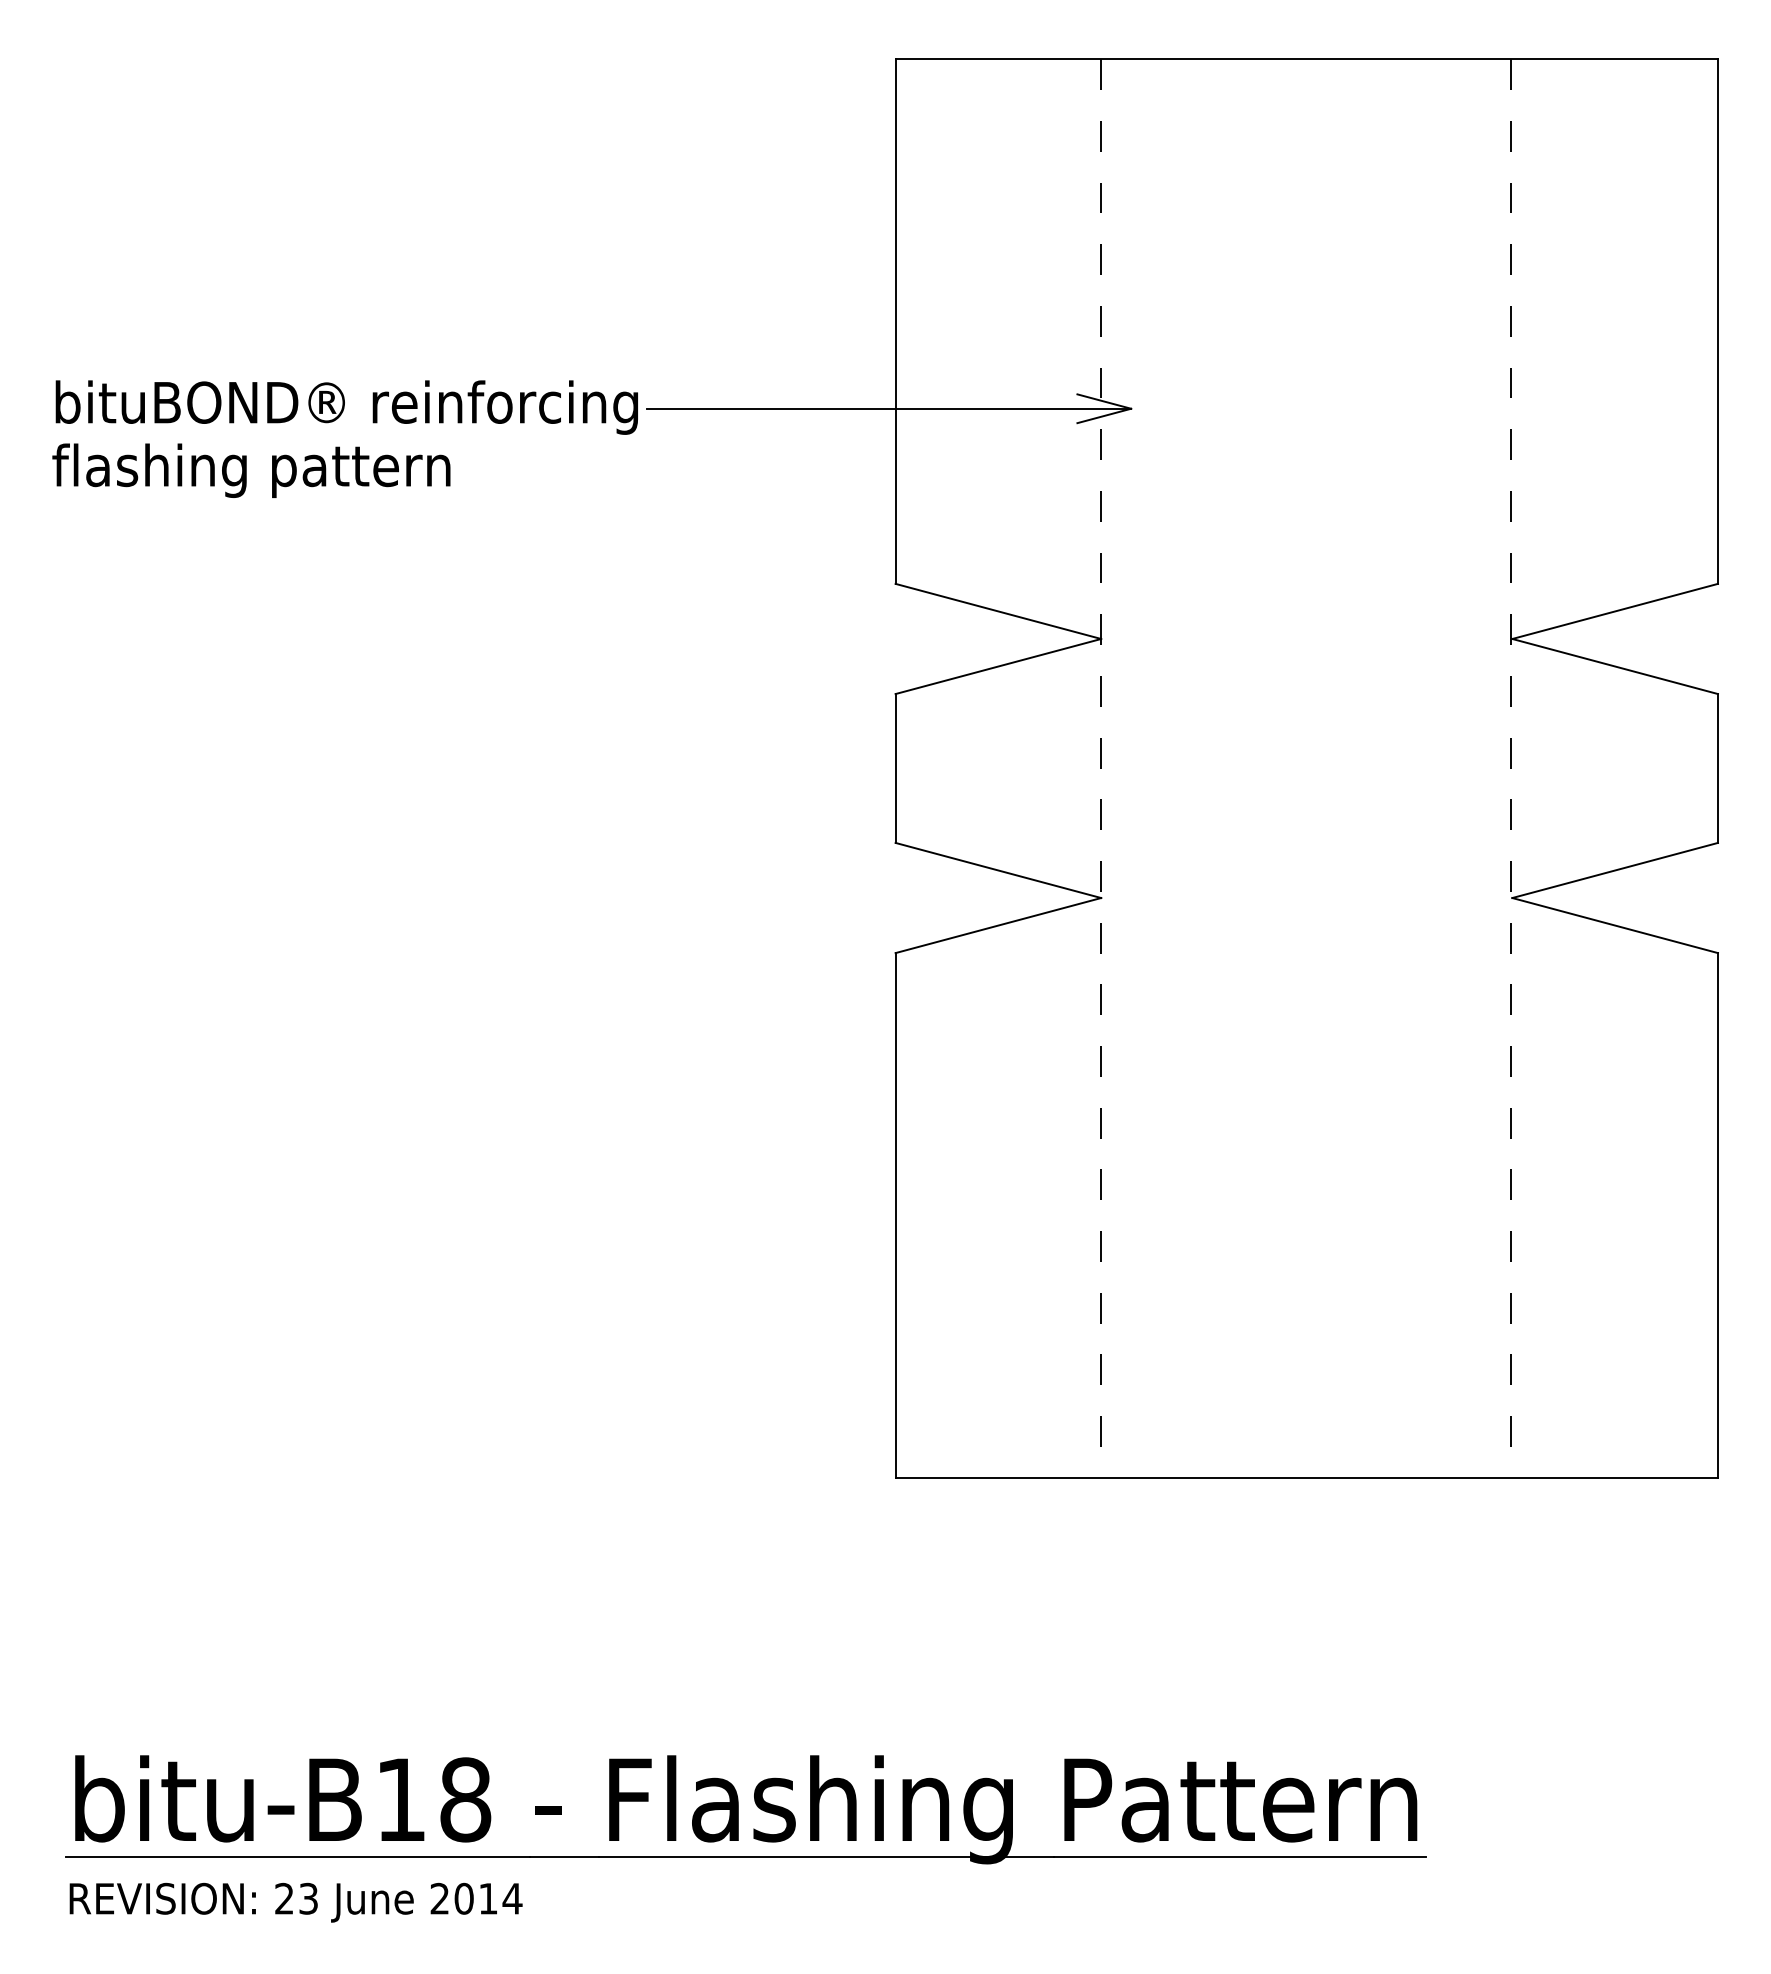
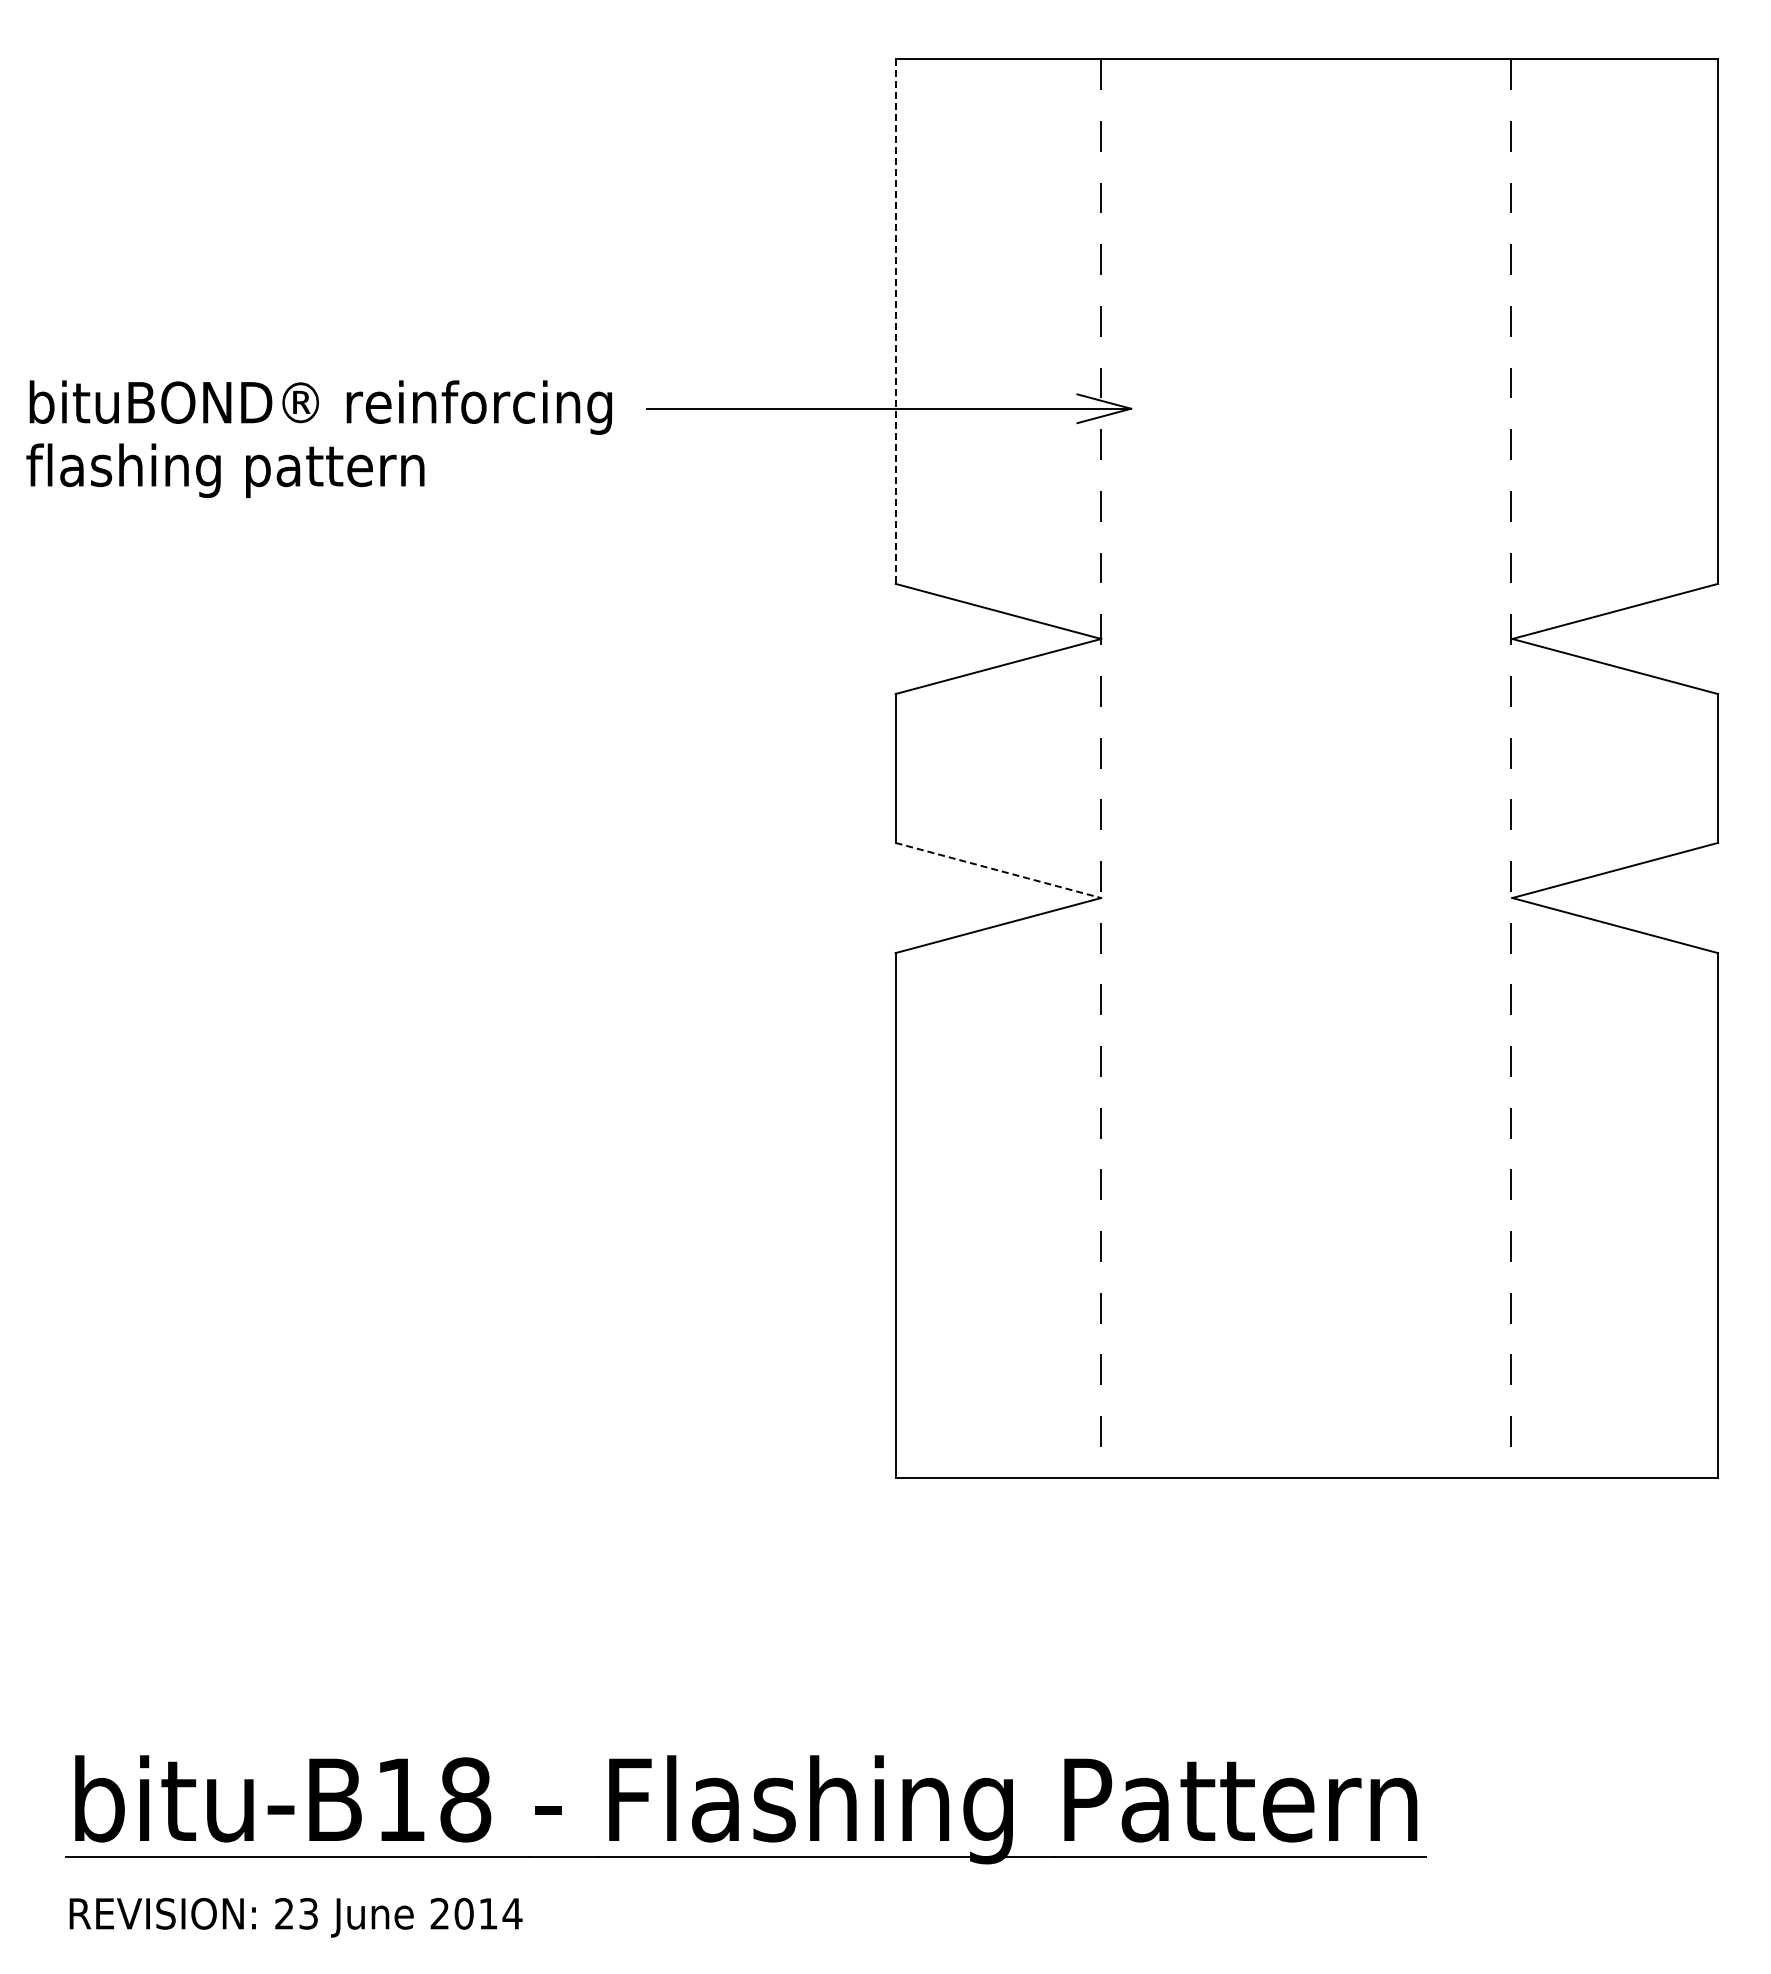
line at (895, 322): solid -> dashed
text at (344, 438) position: (344, 438) -> (318, 438)
line at (998, 870): solid -> dashed
text at (295, 1902) position: (295, 1902) -> (295, 1917)
